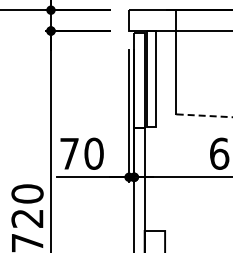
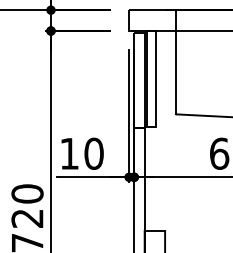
line at (204, 115): dashed -> solid
text at (69, 153): 70 -> 10
